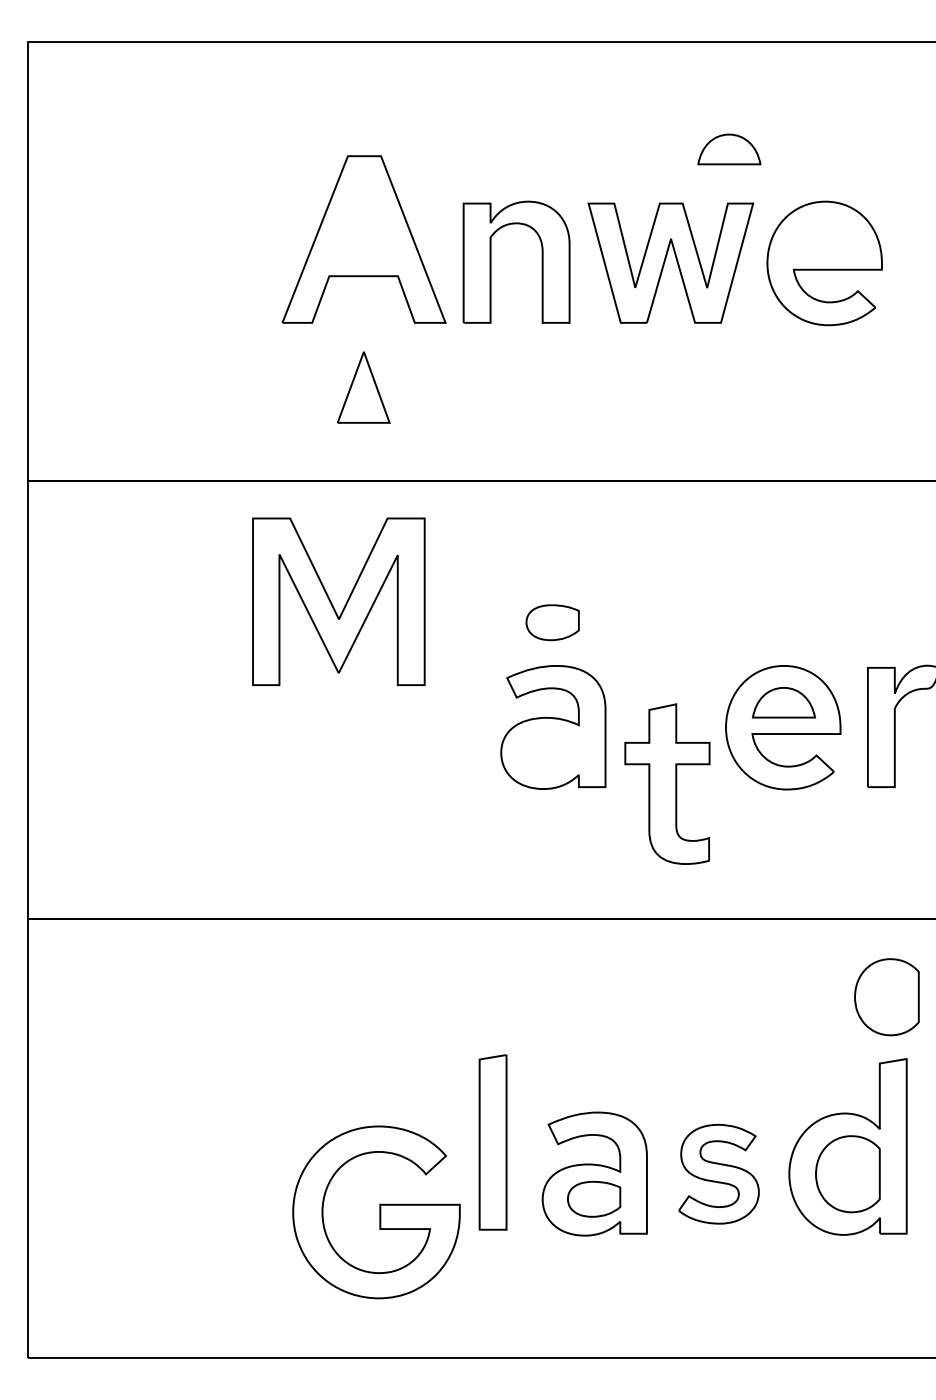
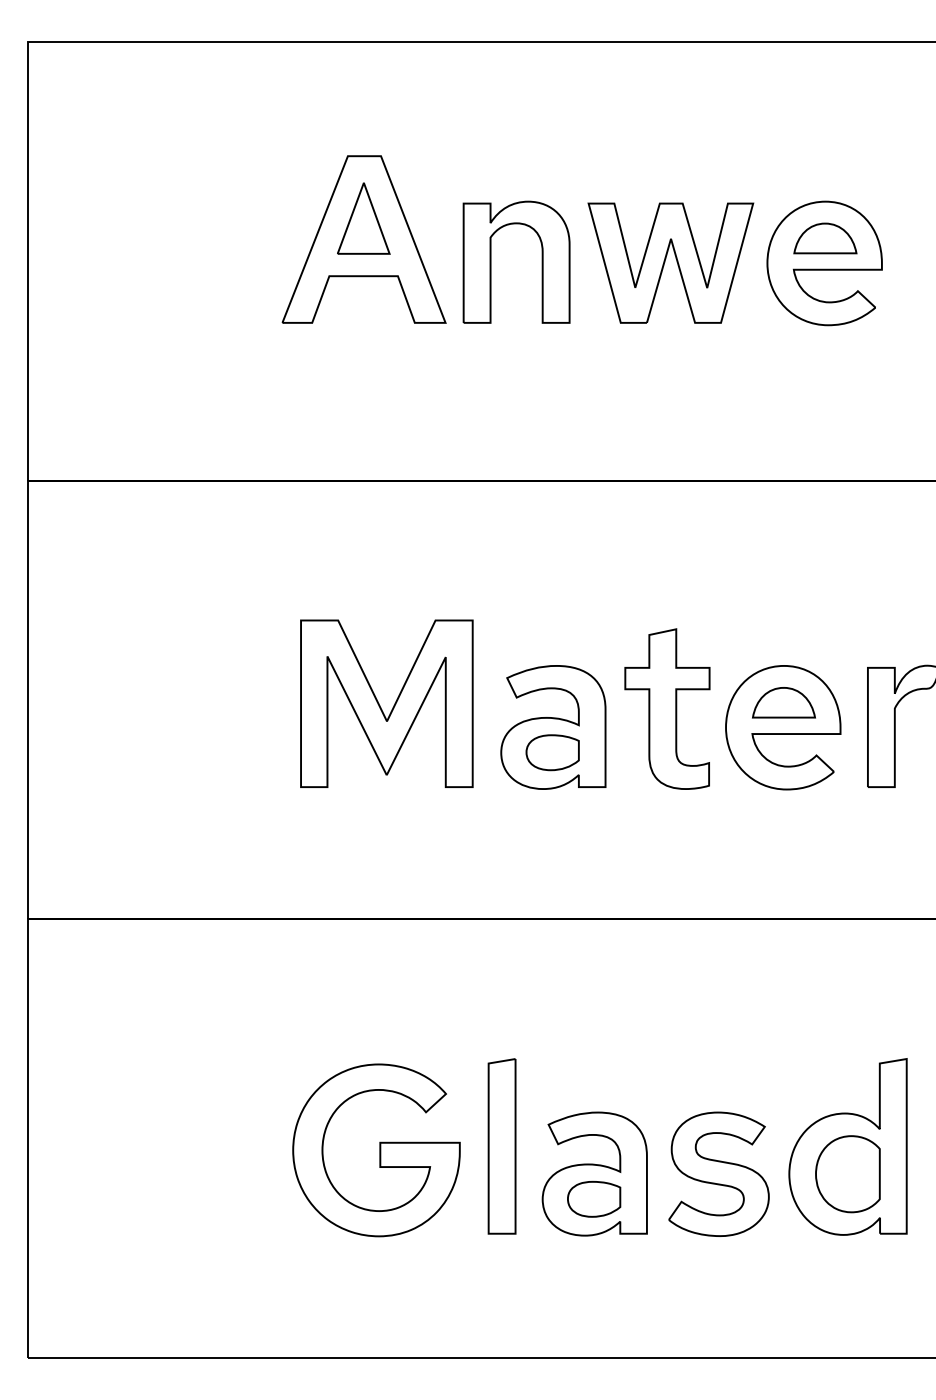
part at (729, 149) position: (729, 149) -> (825, 238)
part at (363, 387) position: (363, 387) -> (363, 218)
part at (332, 603) position: (332, 603) -> (380, 705)
part at (552, 622) position: (552, 622) -> (552, 752)
part at (667, 783) position: (667, 783) -> (667, 708)
part at (886, 997): present -> none
part at (492, 1142) position: (492, 1142) -> (501, 1146)
part at (718, 1174) size: 82x101 px -> 102x126 px
part at (376, 1212) position: (376, 1212) -> (376, 1150)
